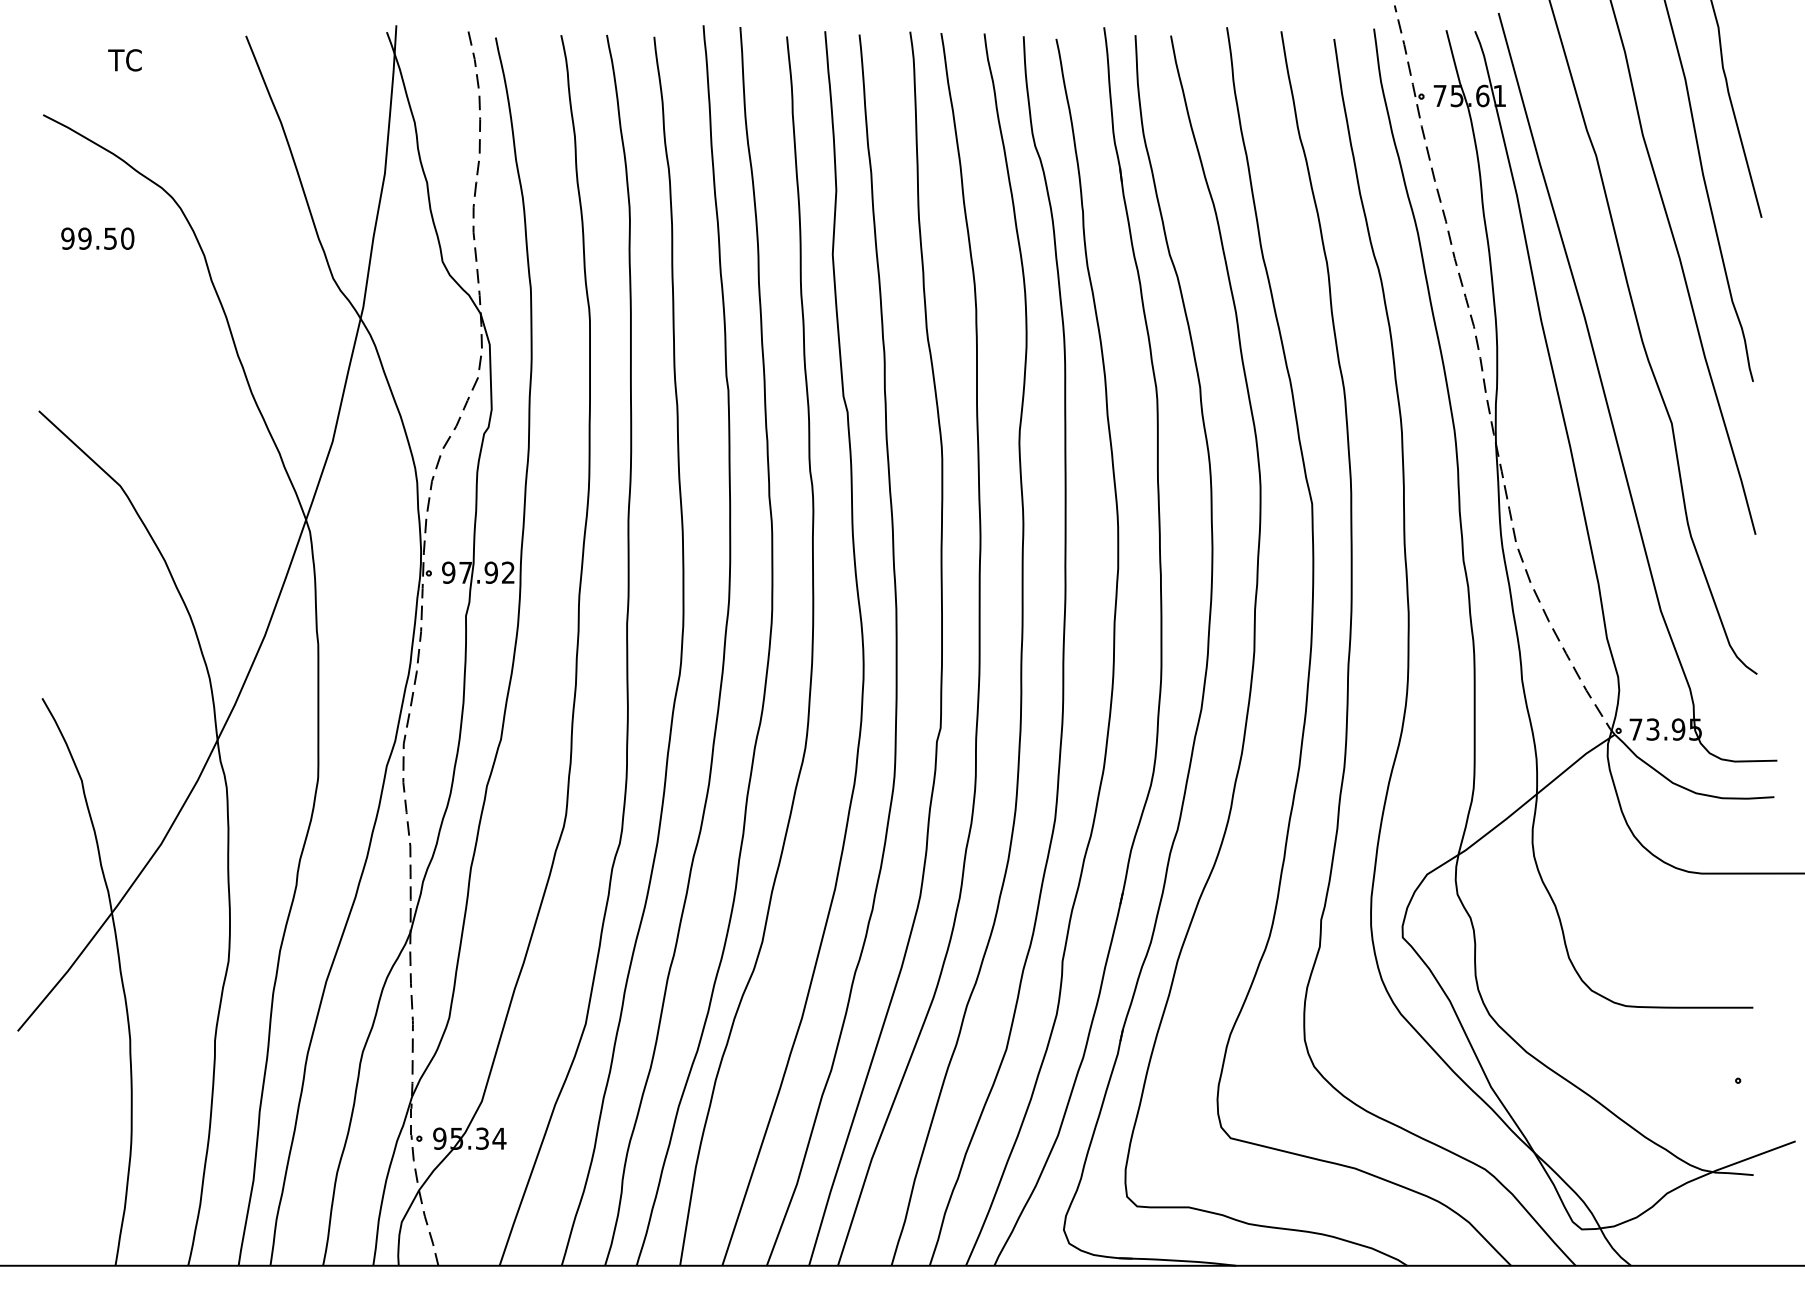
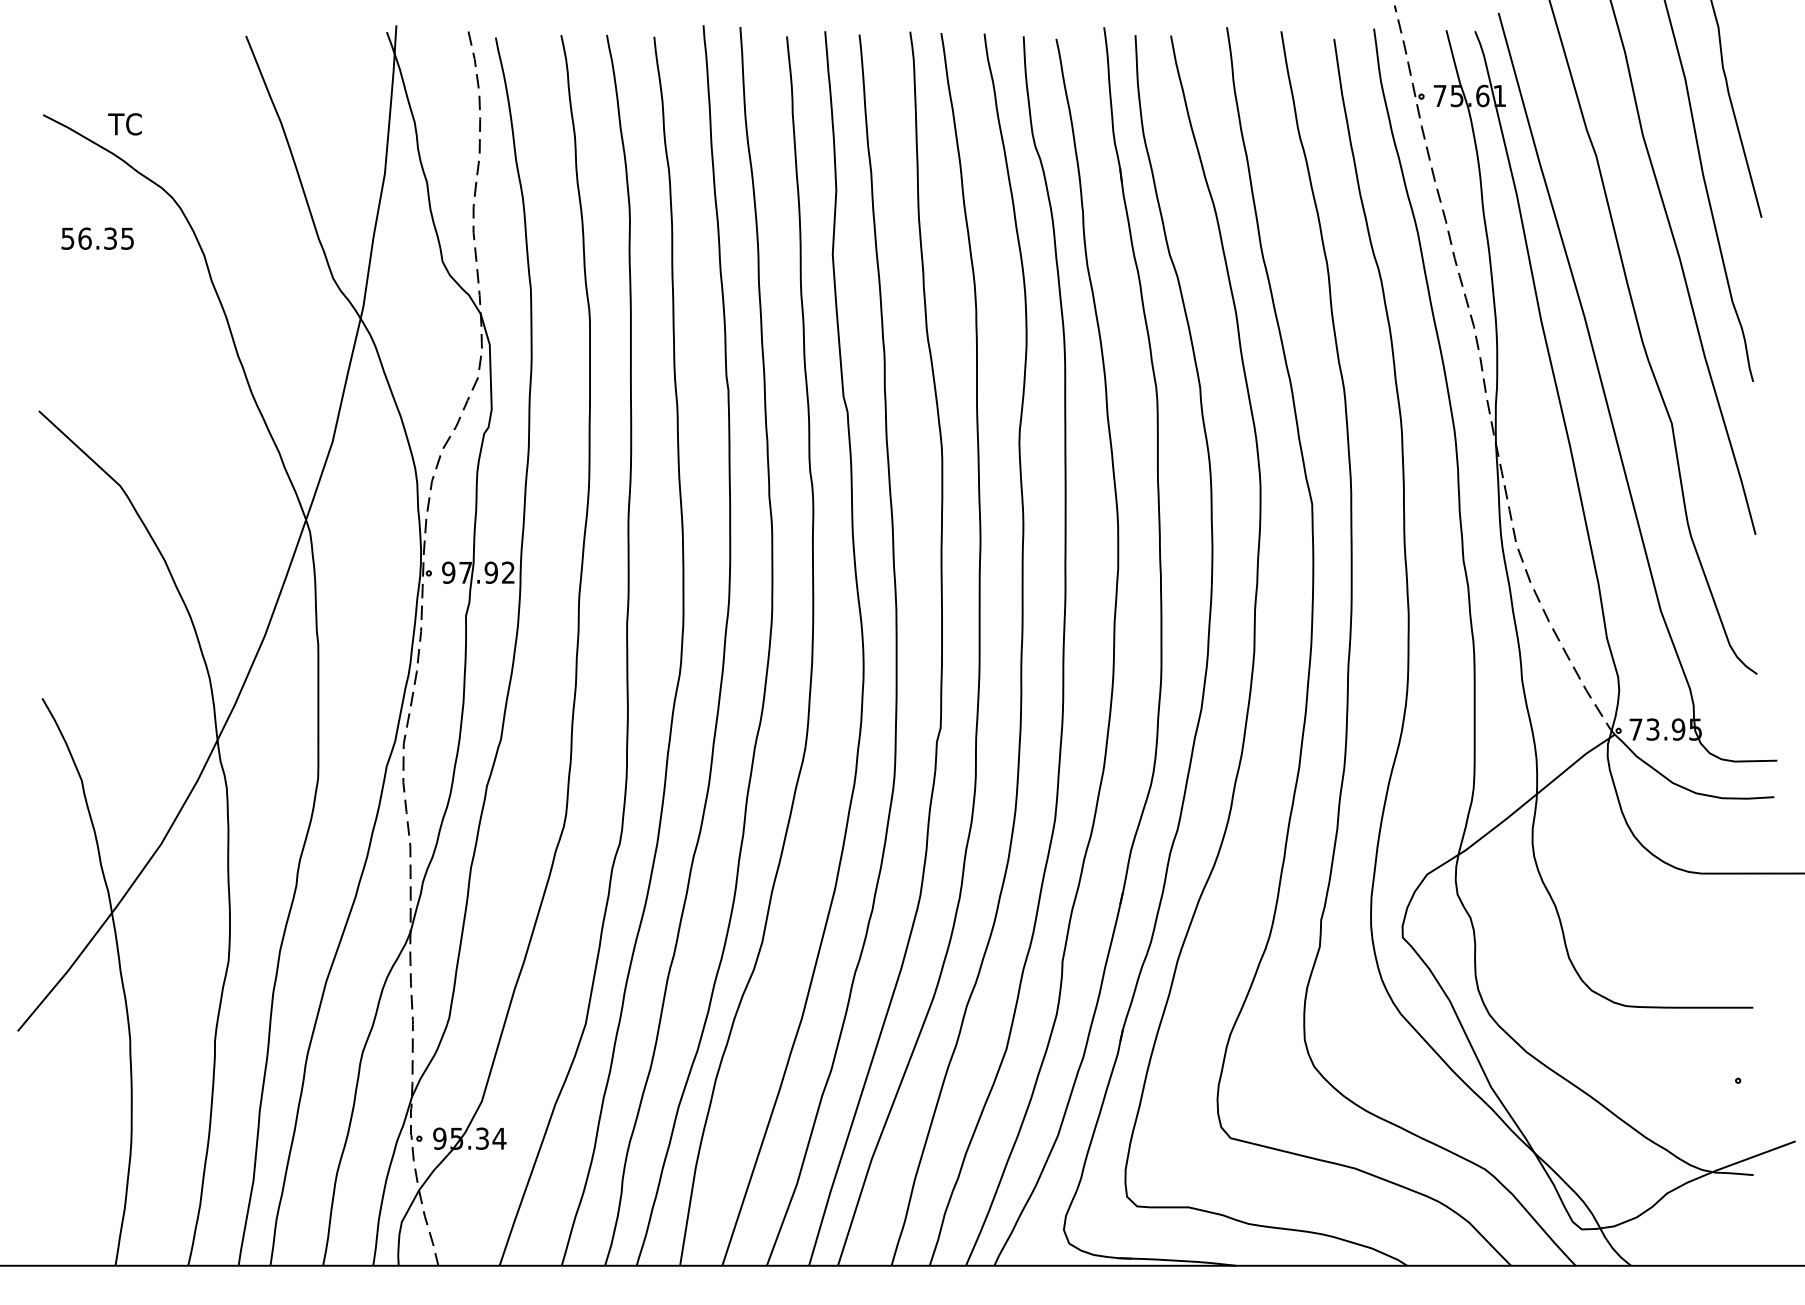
text at (124, 60) position: (124, 60) -> (124, 124)
text at (97, 238): 99.50 -> 56.35
